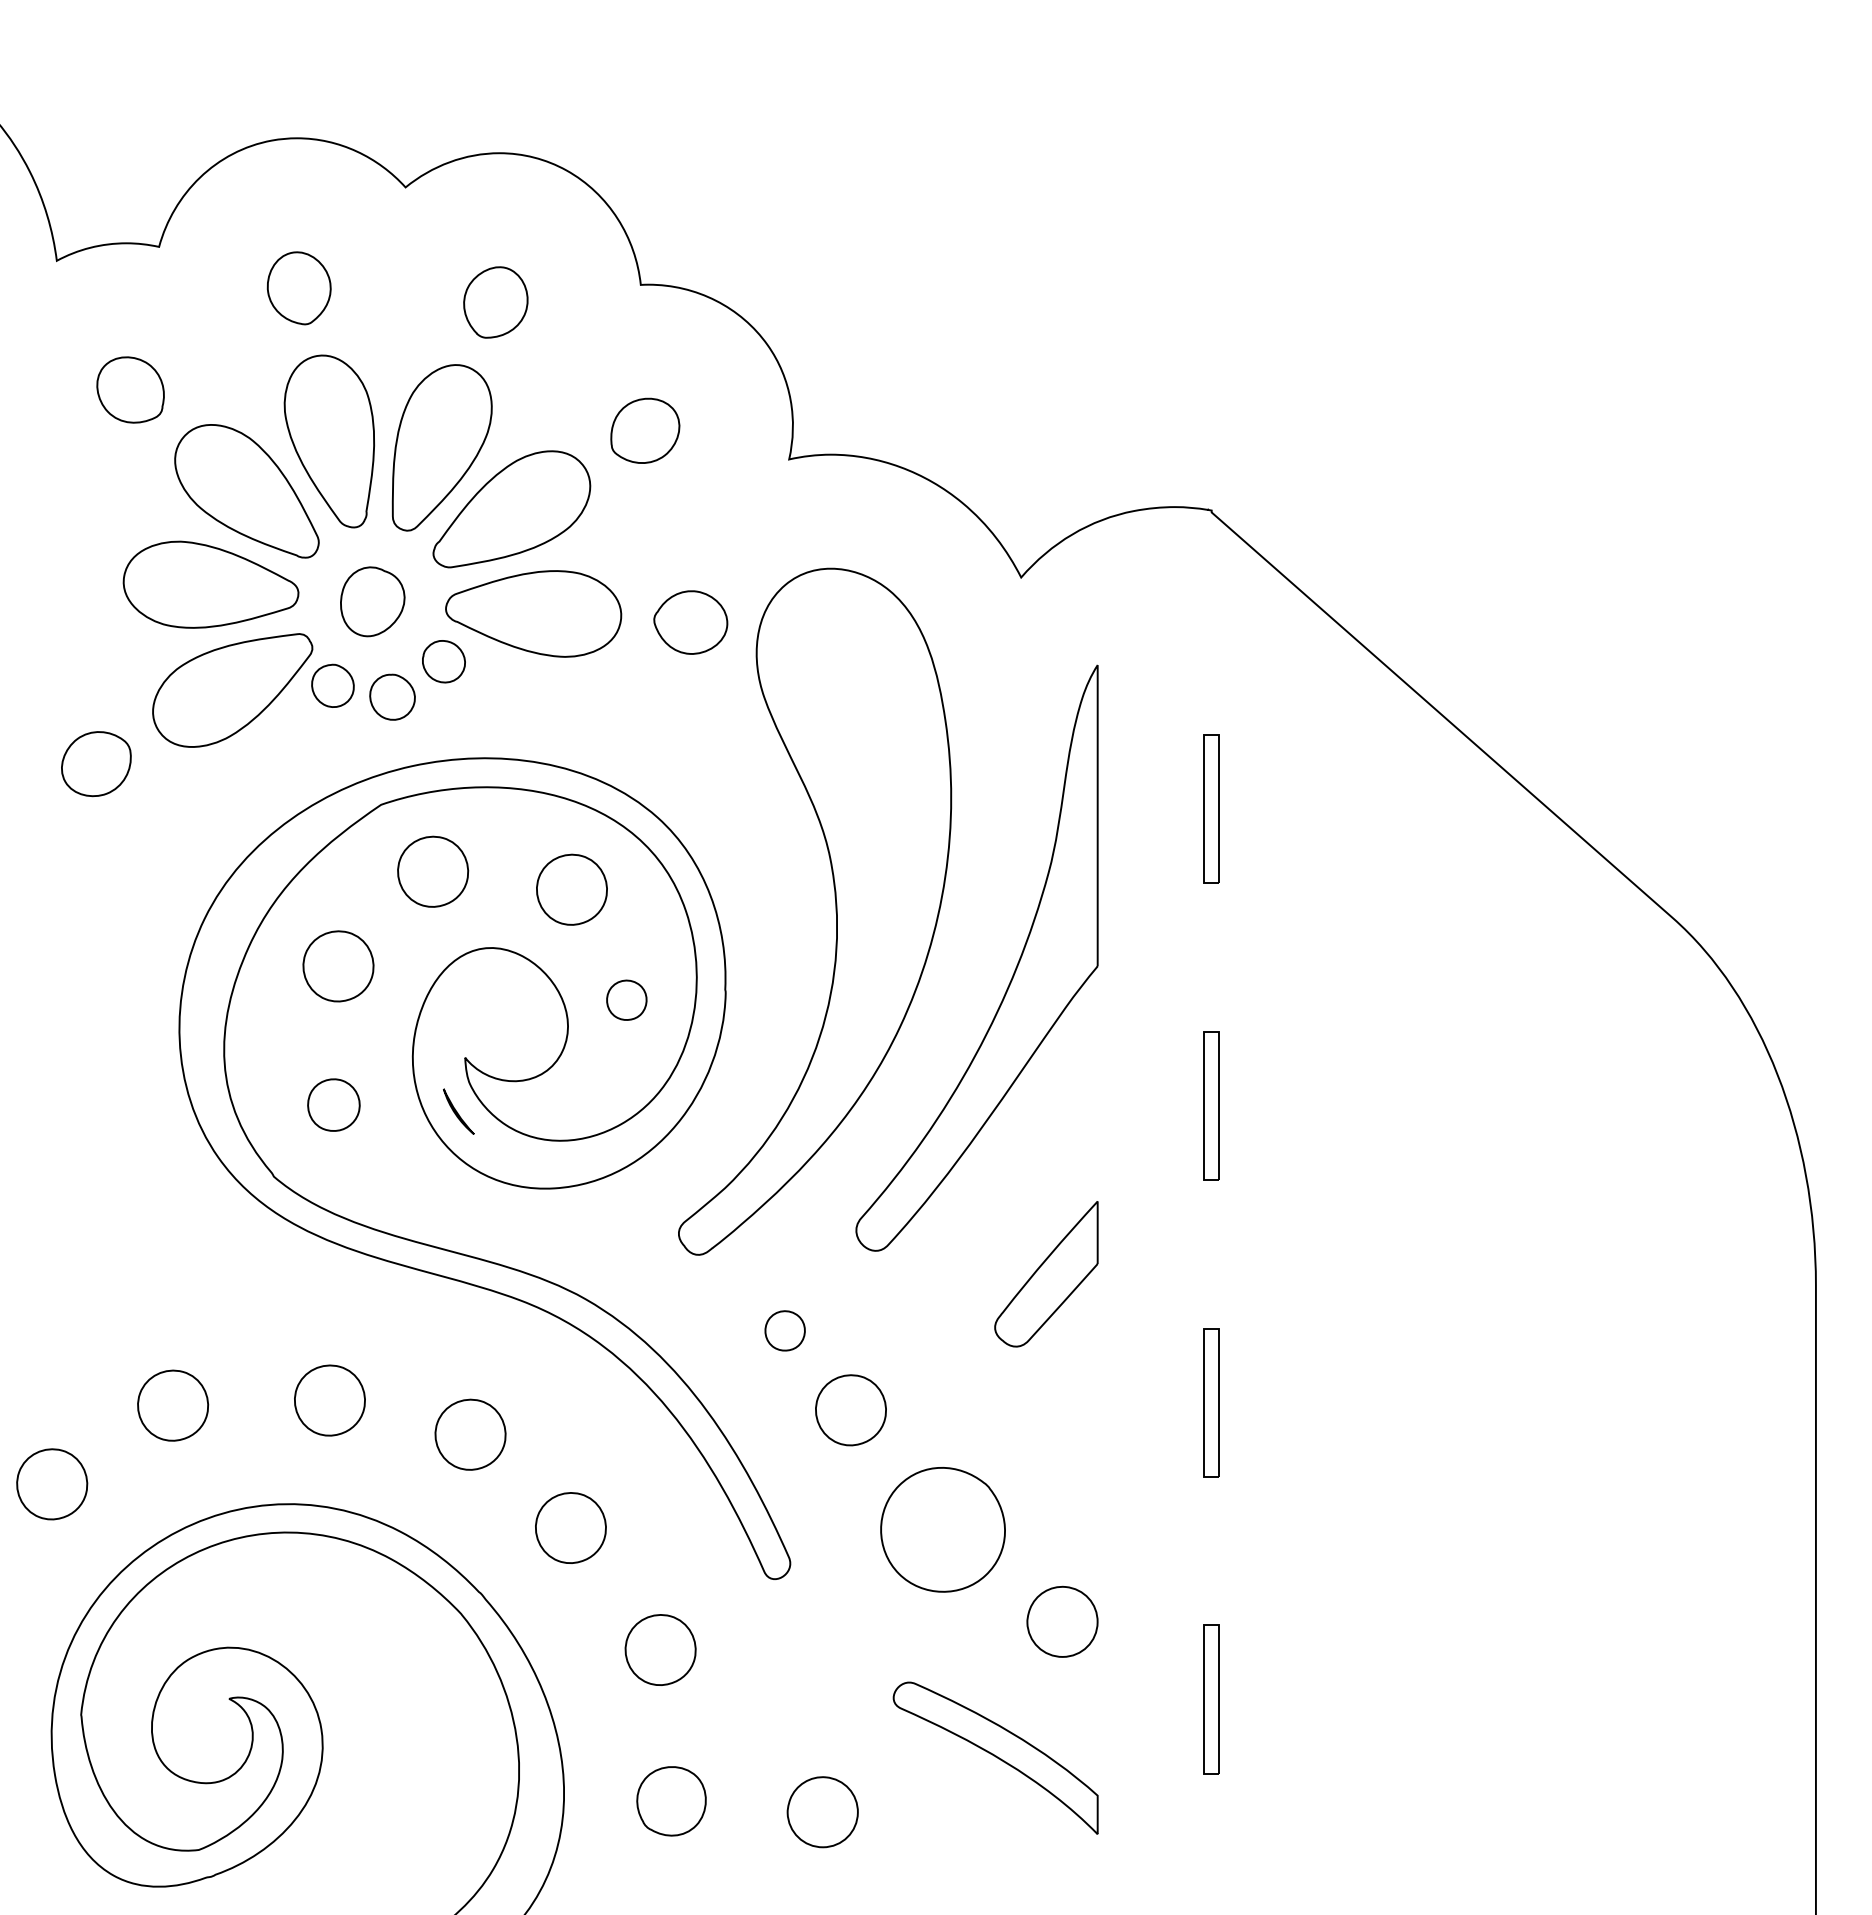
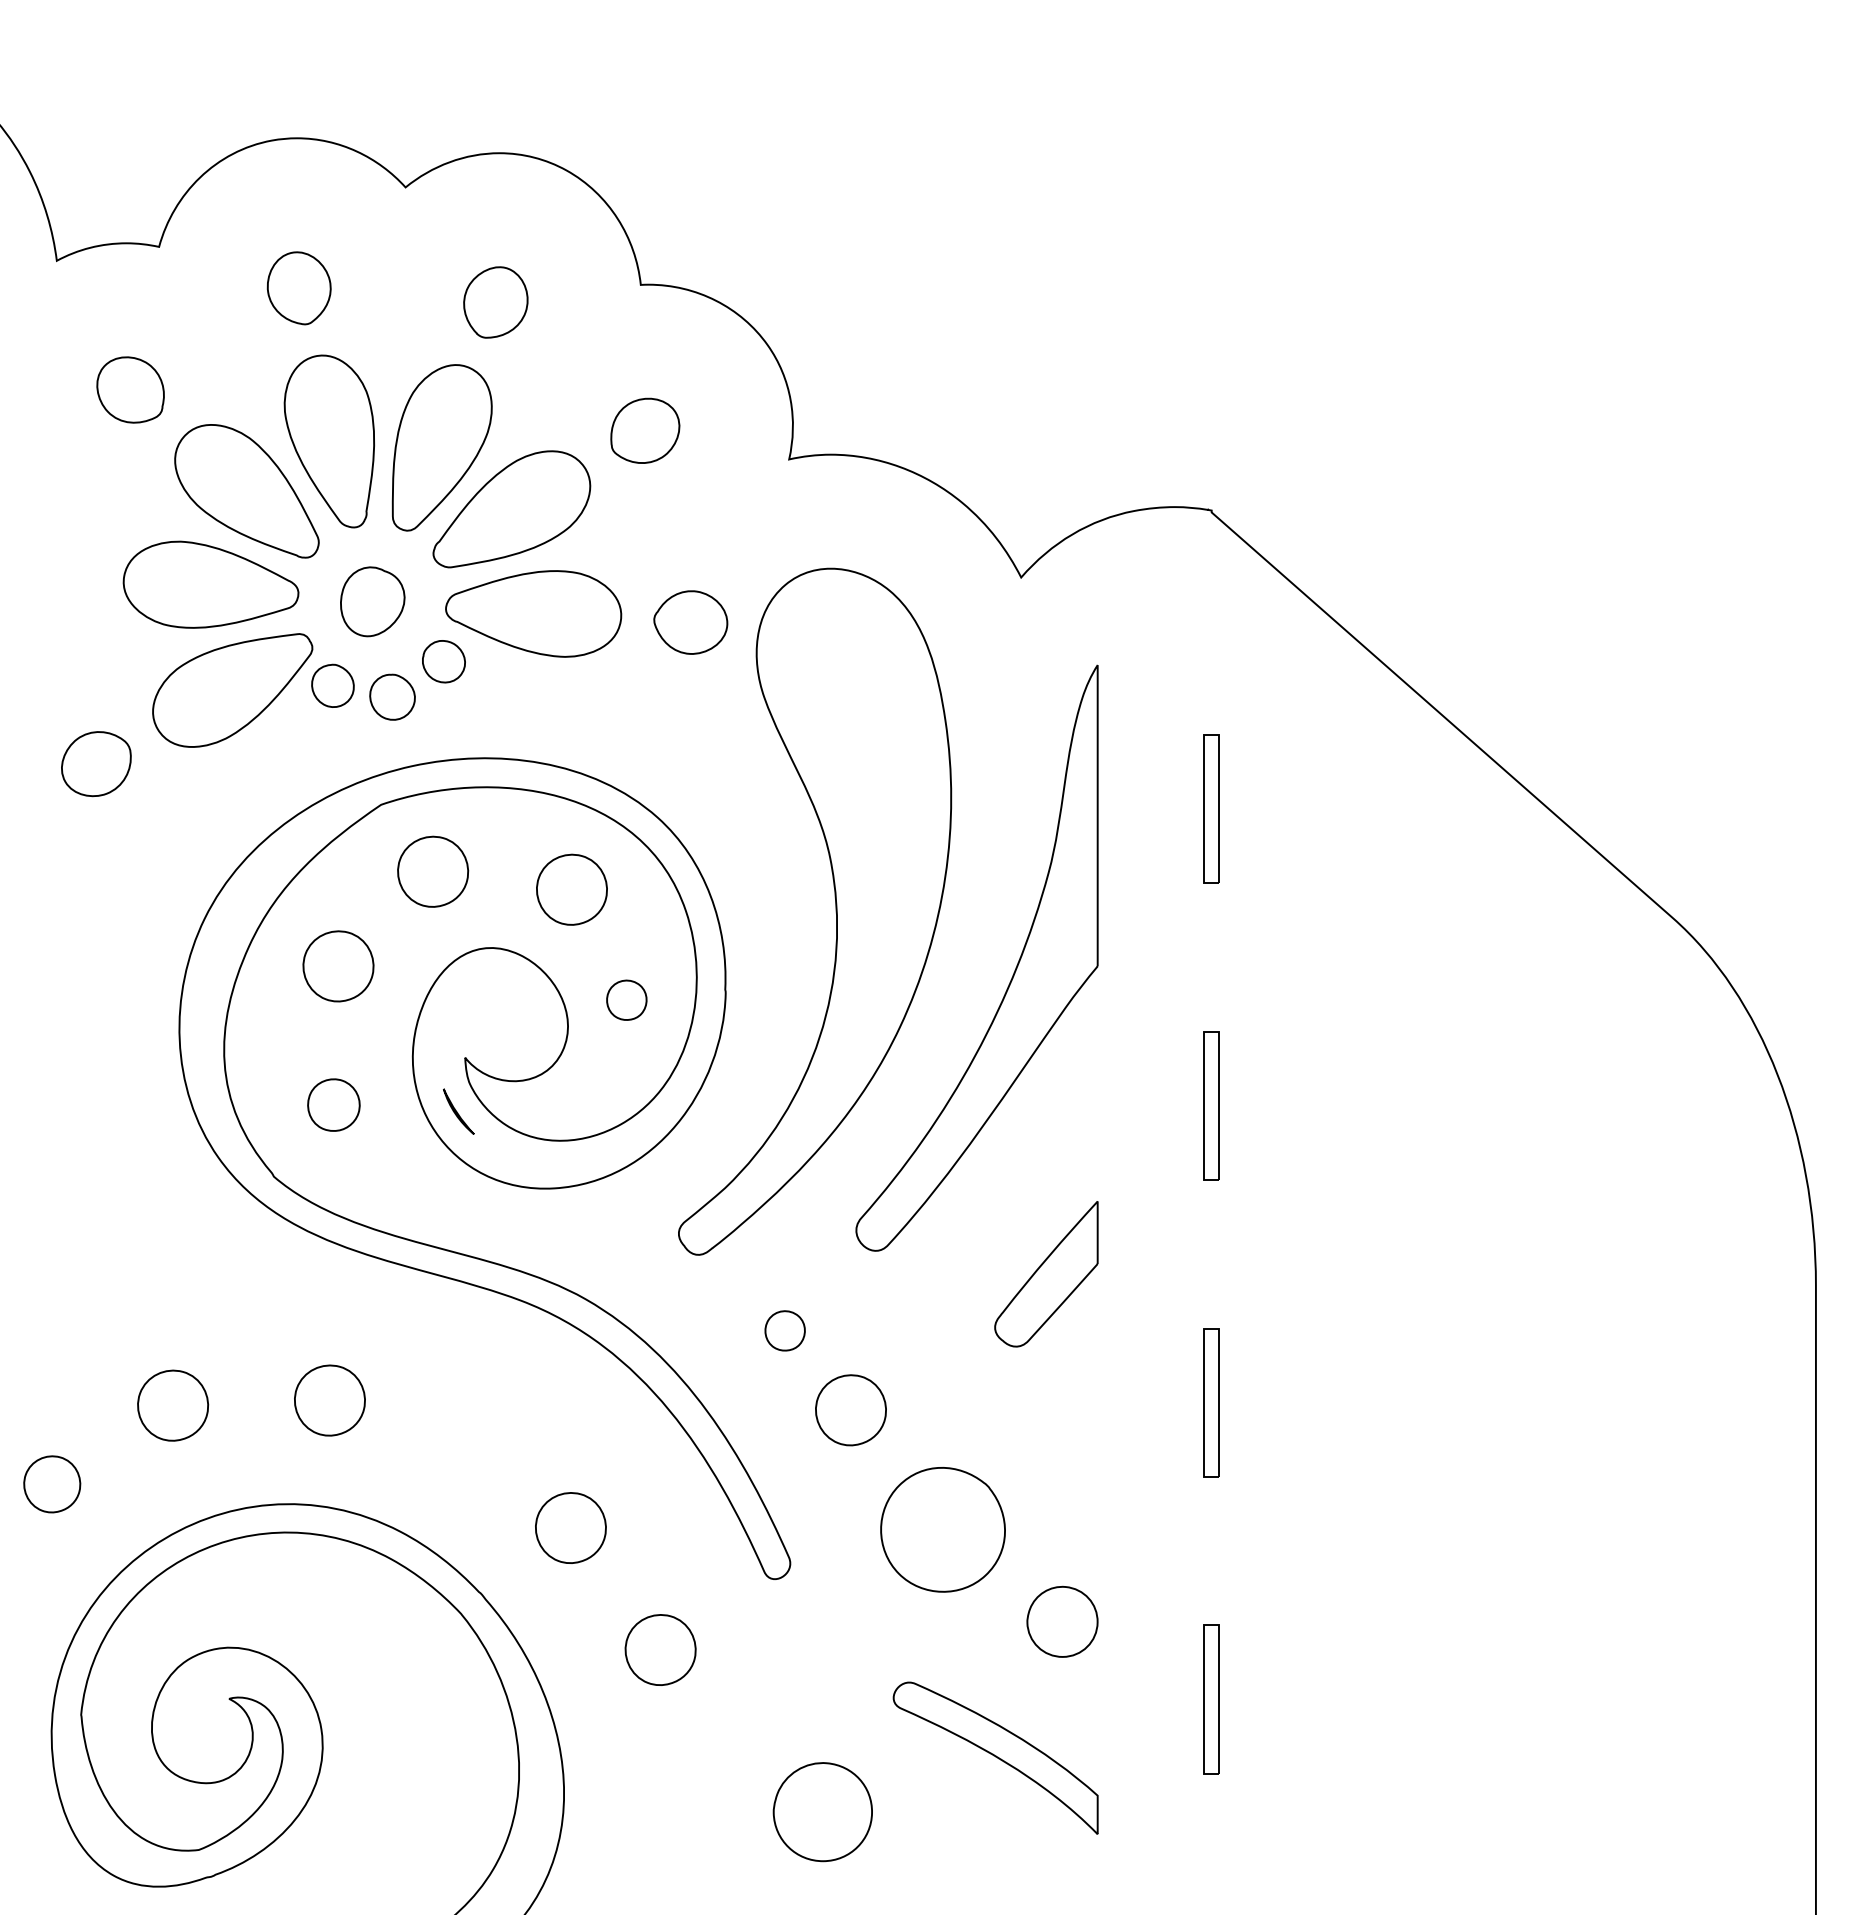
part at (470, 1434): present -> none
part at (52, 1484) size: 73x73 px -> 59x59 px
part at (671, 1801): present -> none
part at (822, 1812) size: 73x73 px -> 101x101 px
